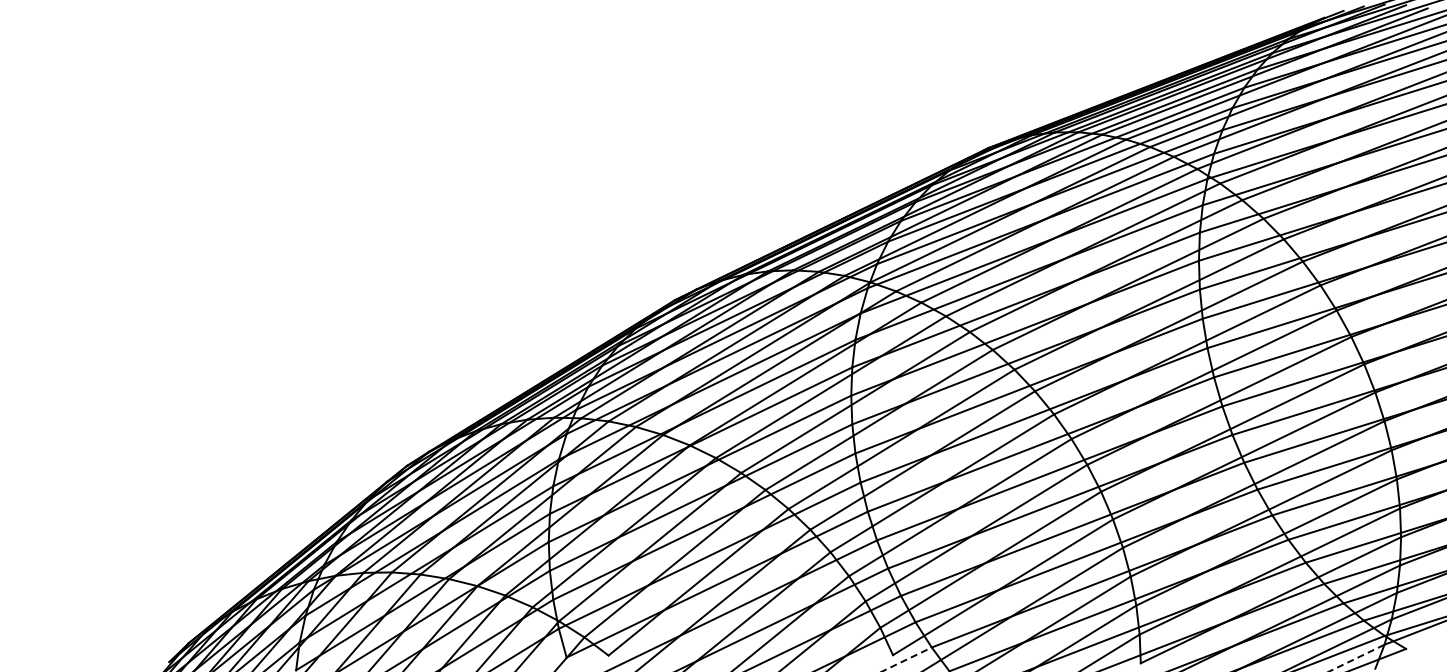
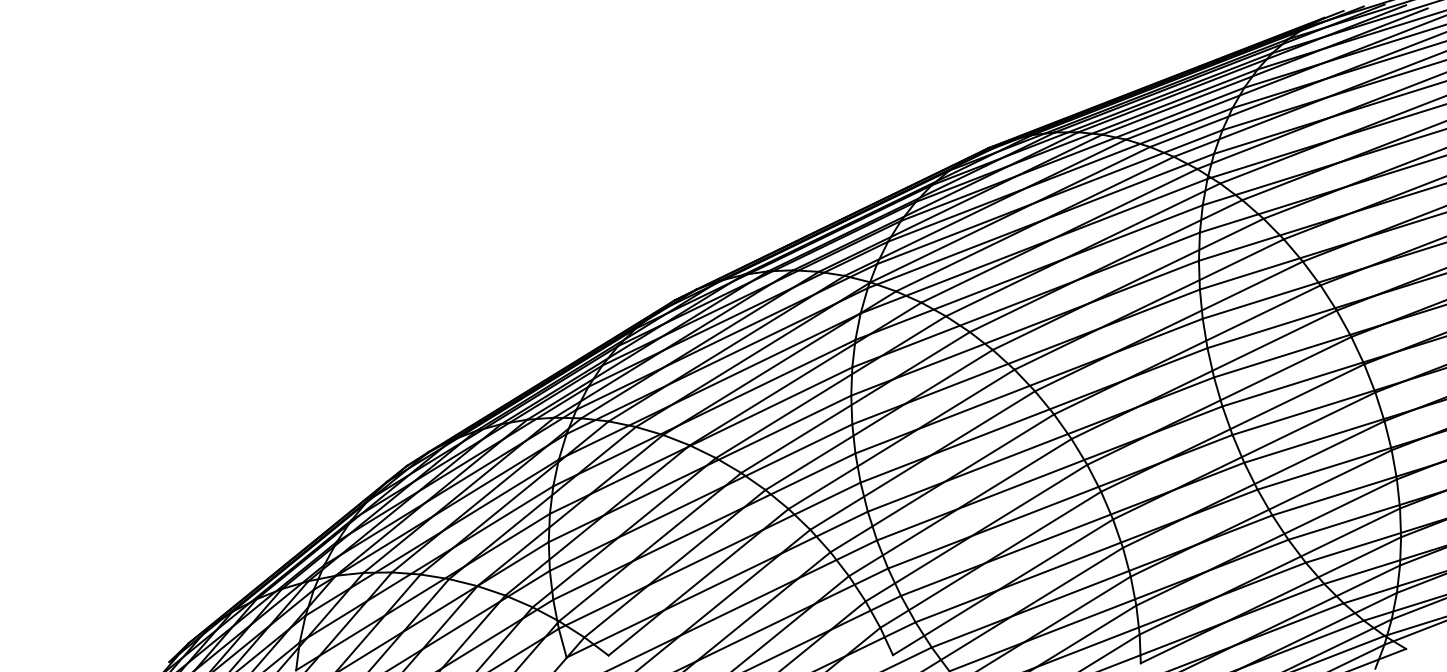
line at (1356, 658): dashed -> solid
line at (906, 659): dashed -> solid
